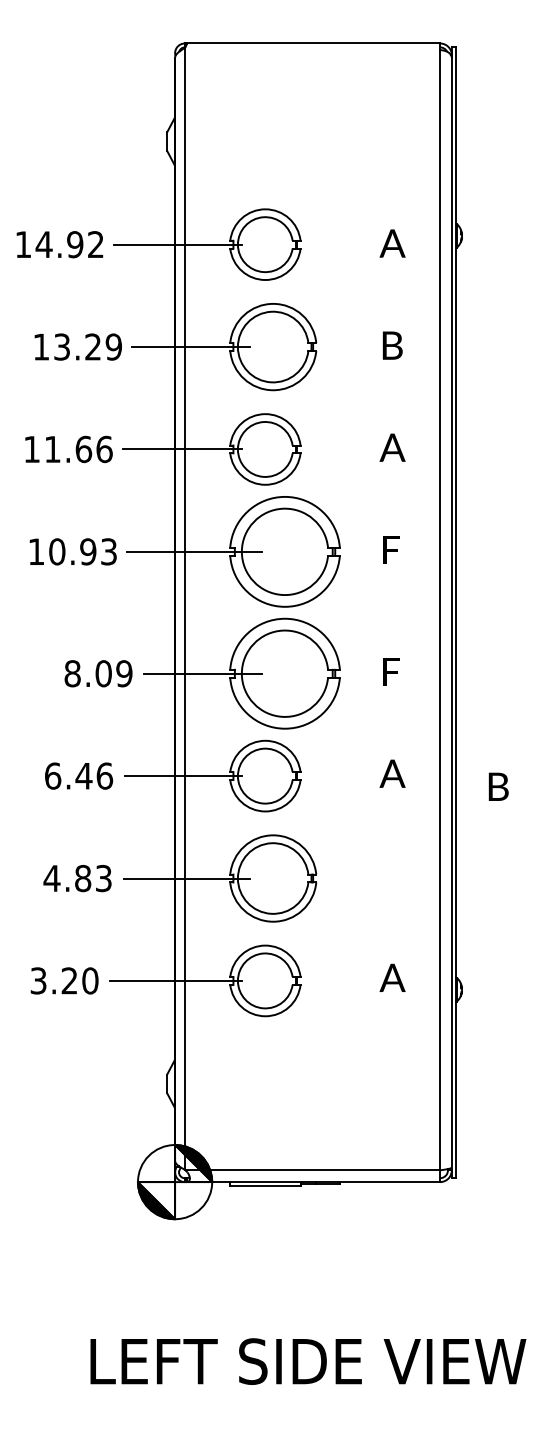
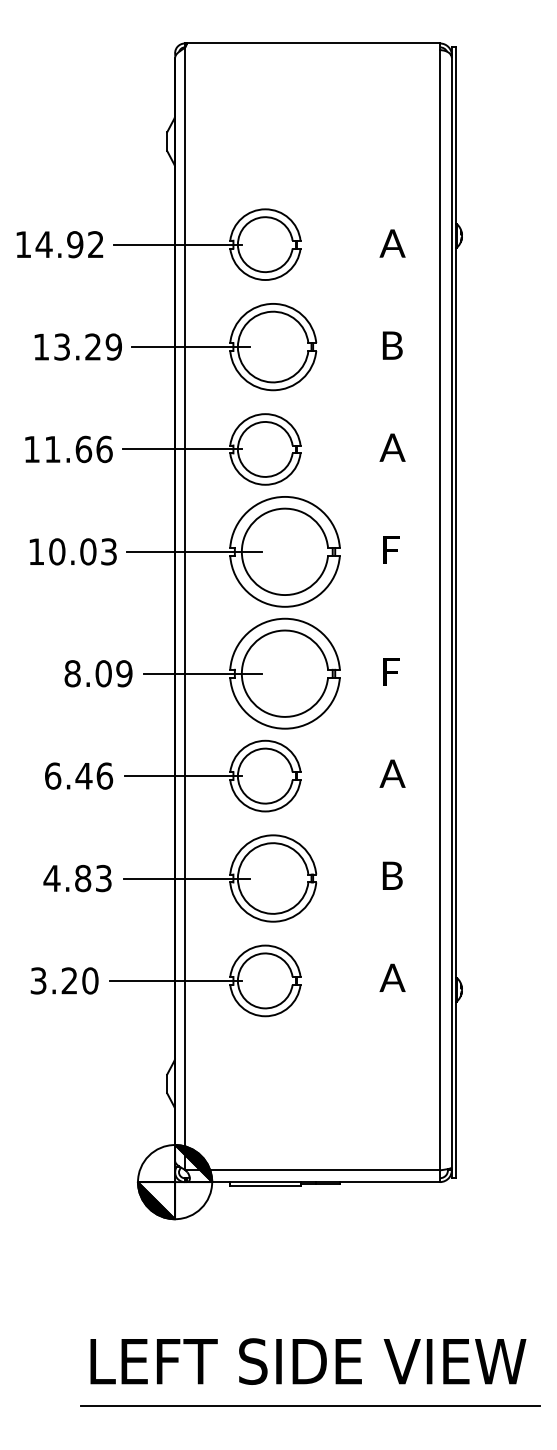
text at (88, 551): 10.93 -> 10.03
text at (498, 786) position: (498, 786) -> (392, 875)
line at (310, 1406): none -> present
